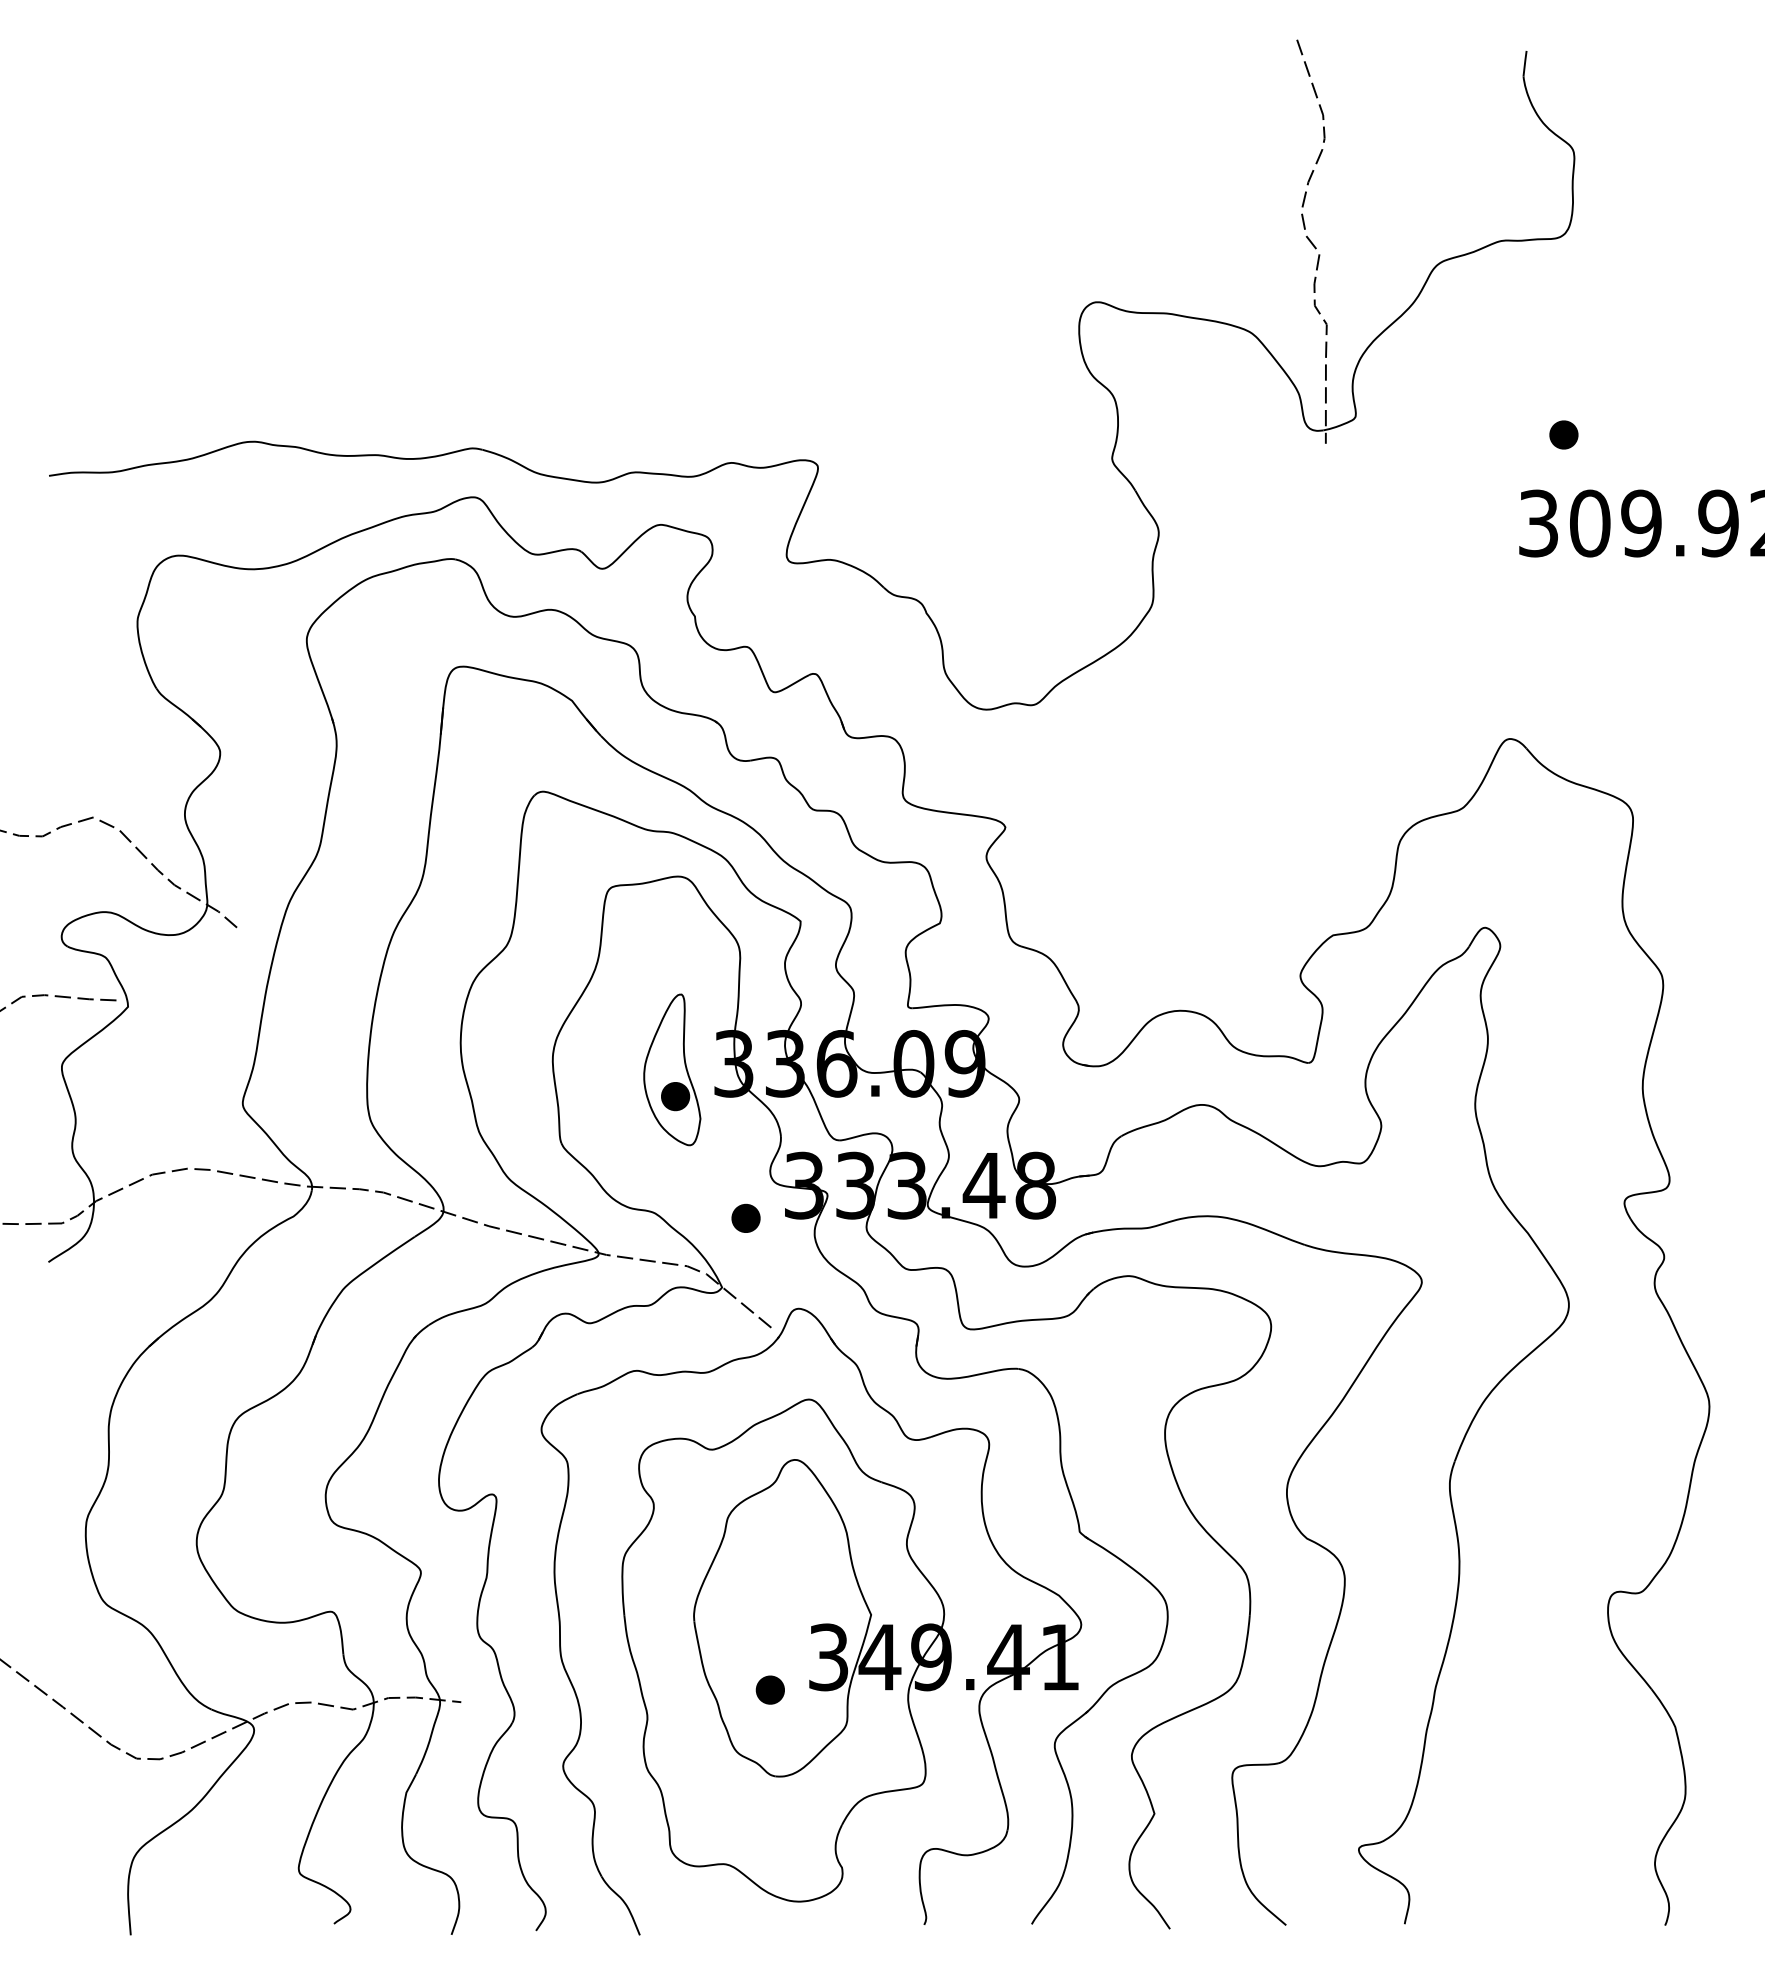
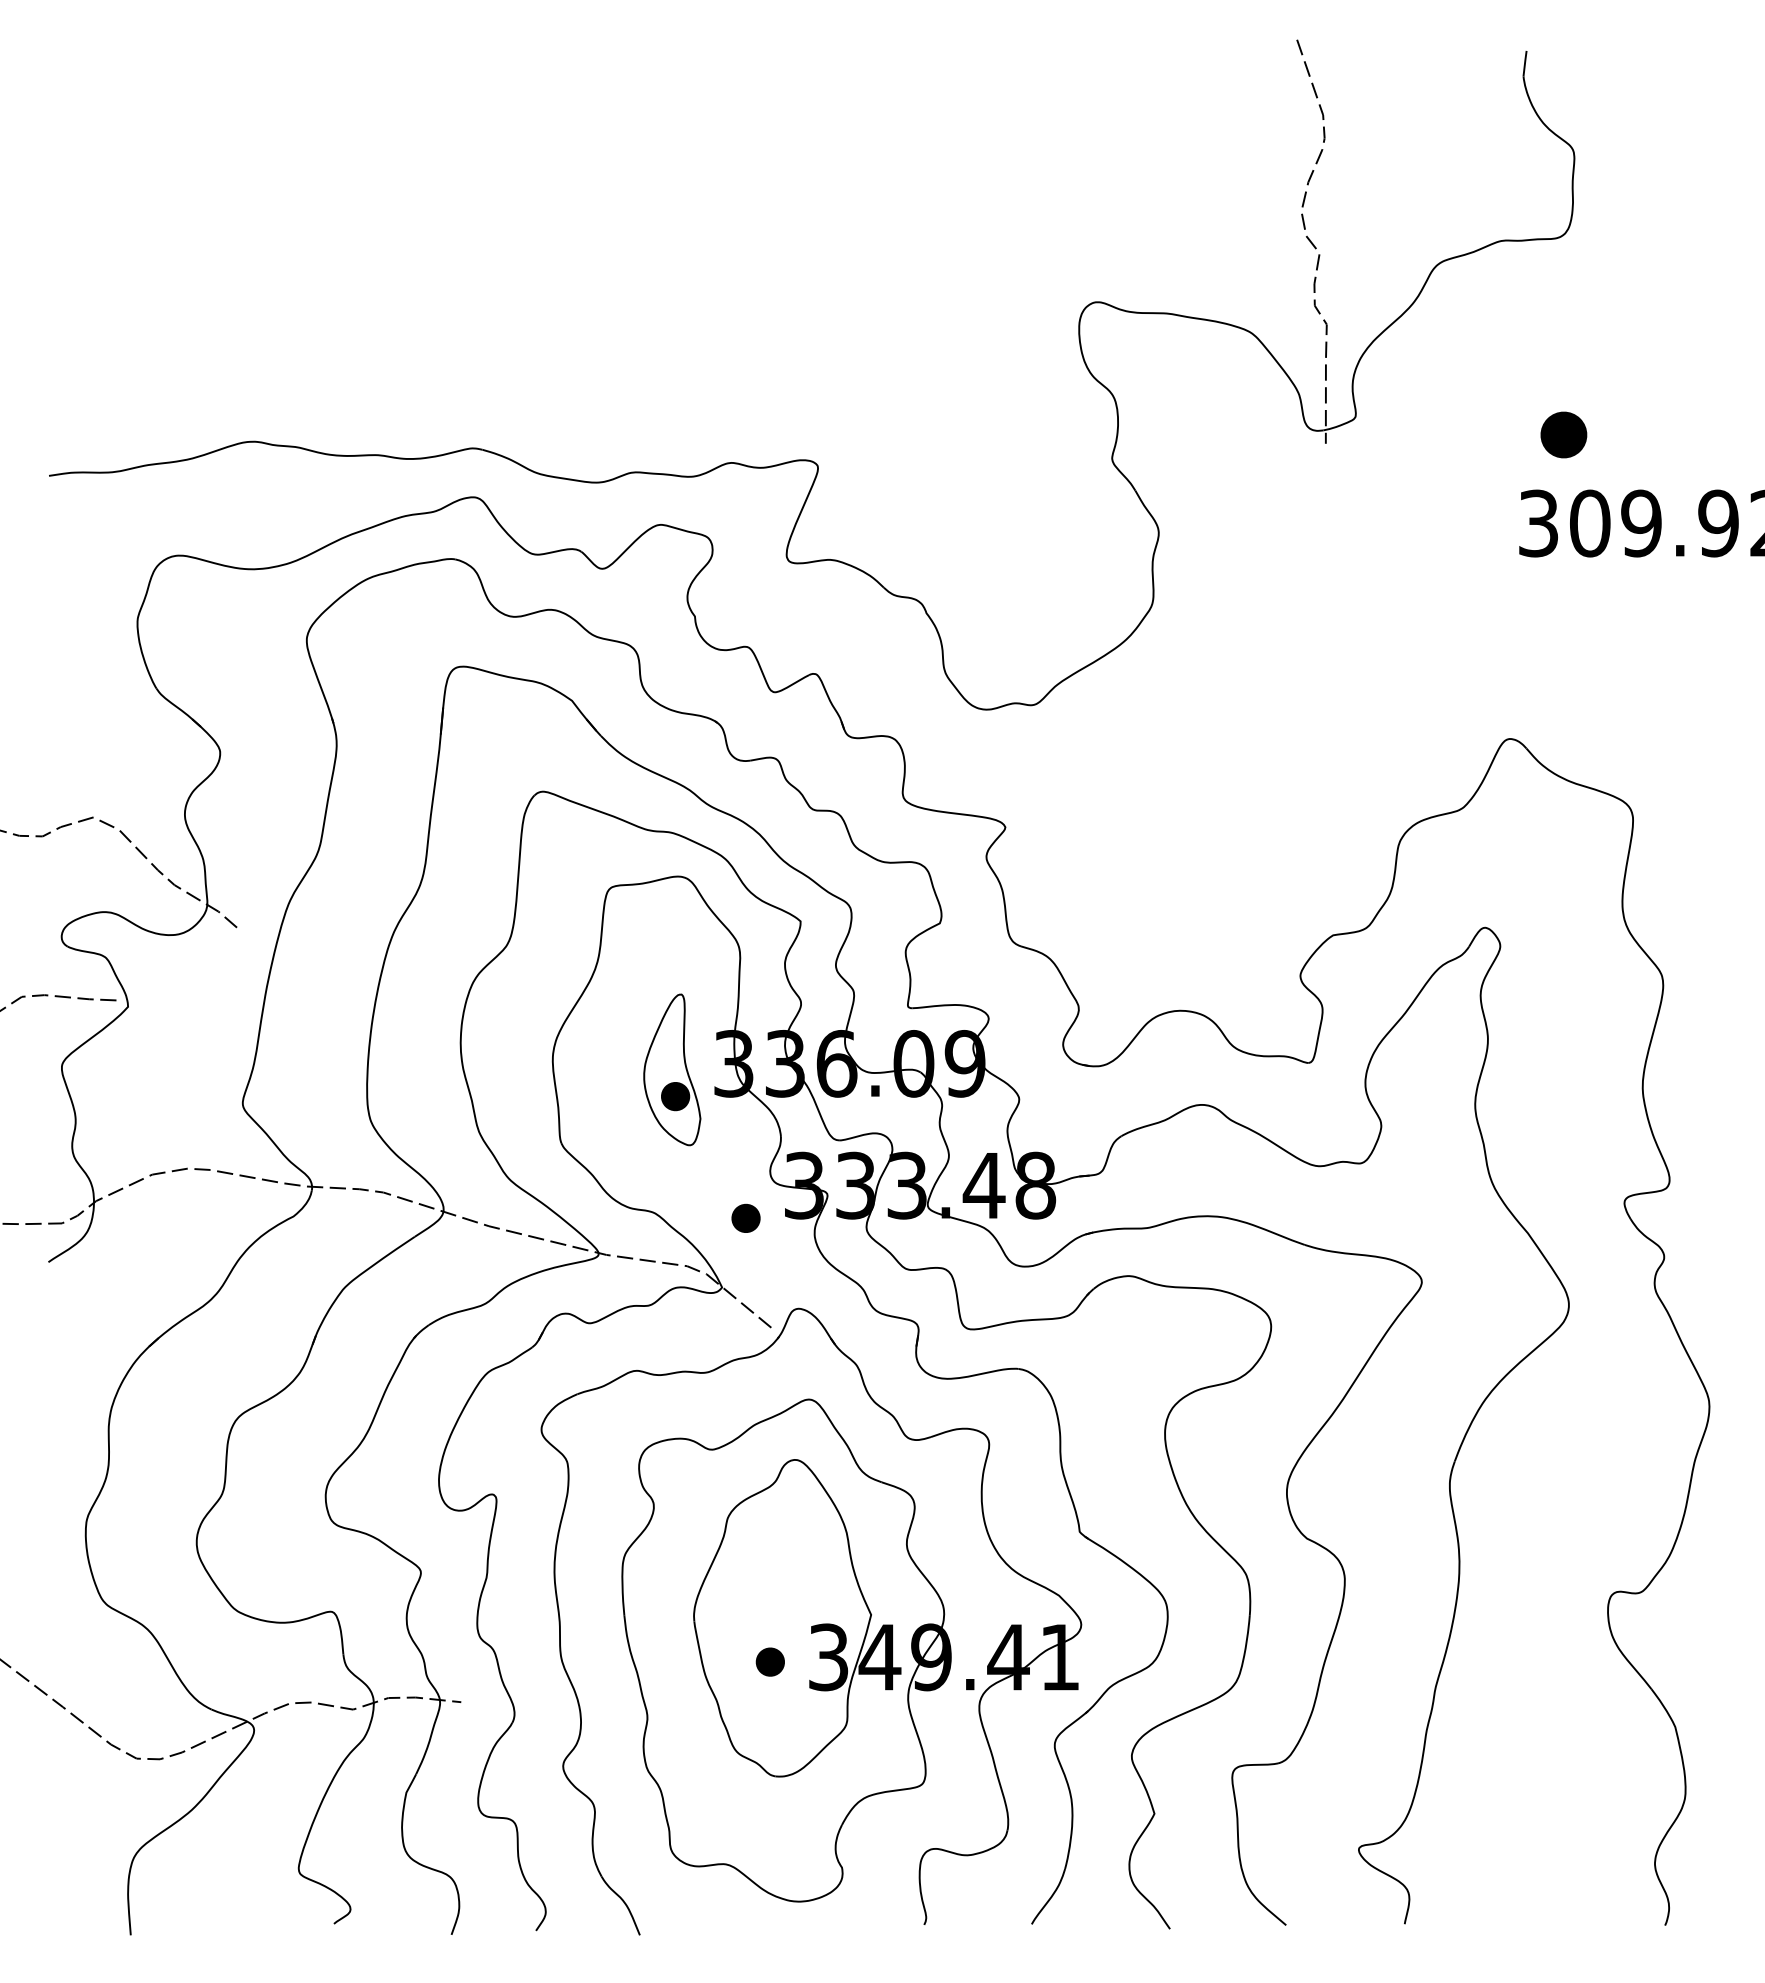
part at (1563, 434) size: 30x30 px -> 48x48 px
part at (769, 1689) position: (769, 1689) -> (769, 1661)
